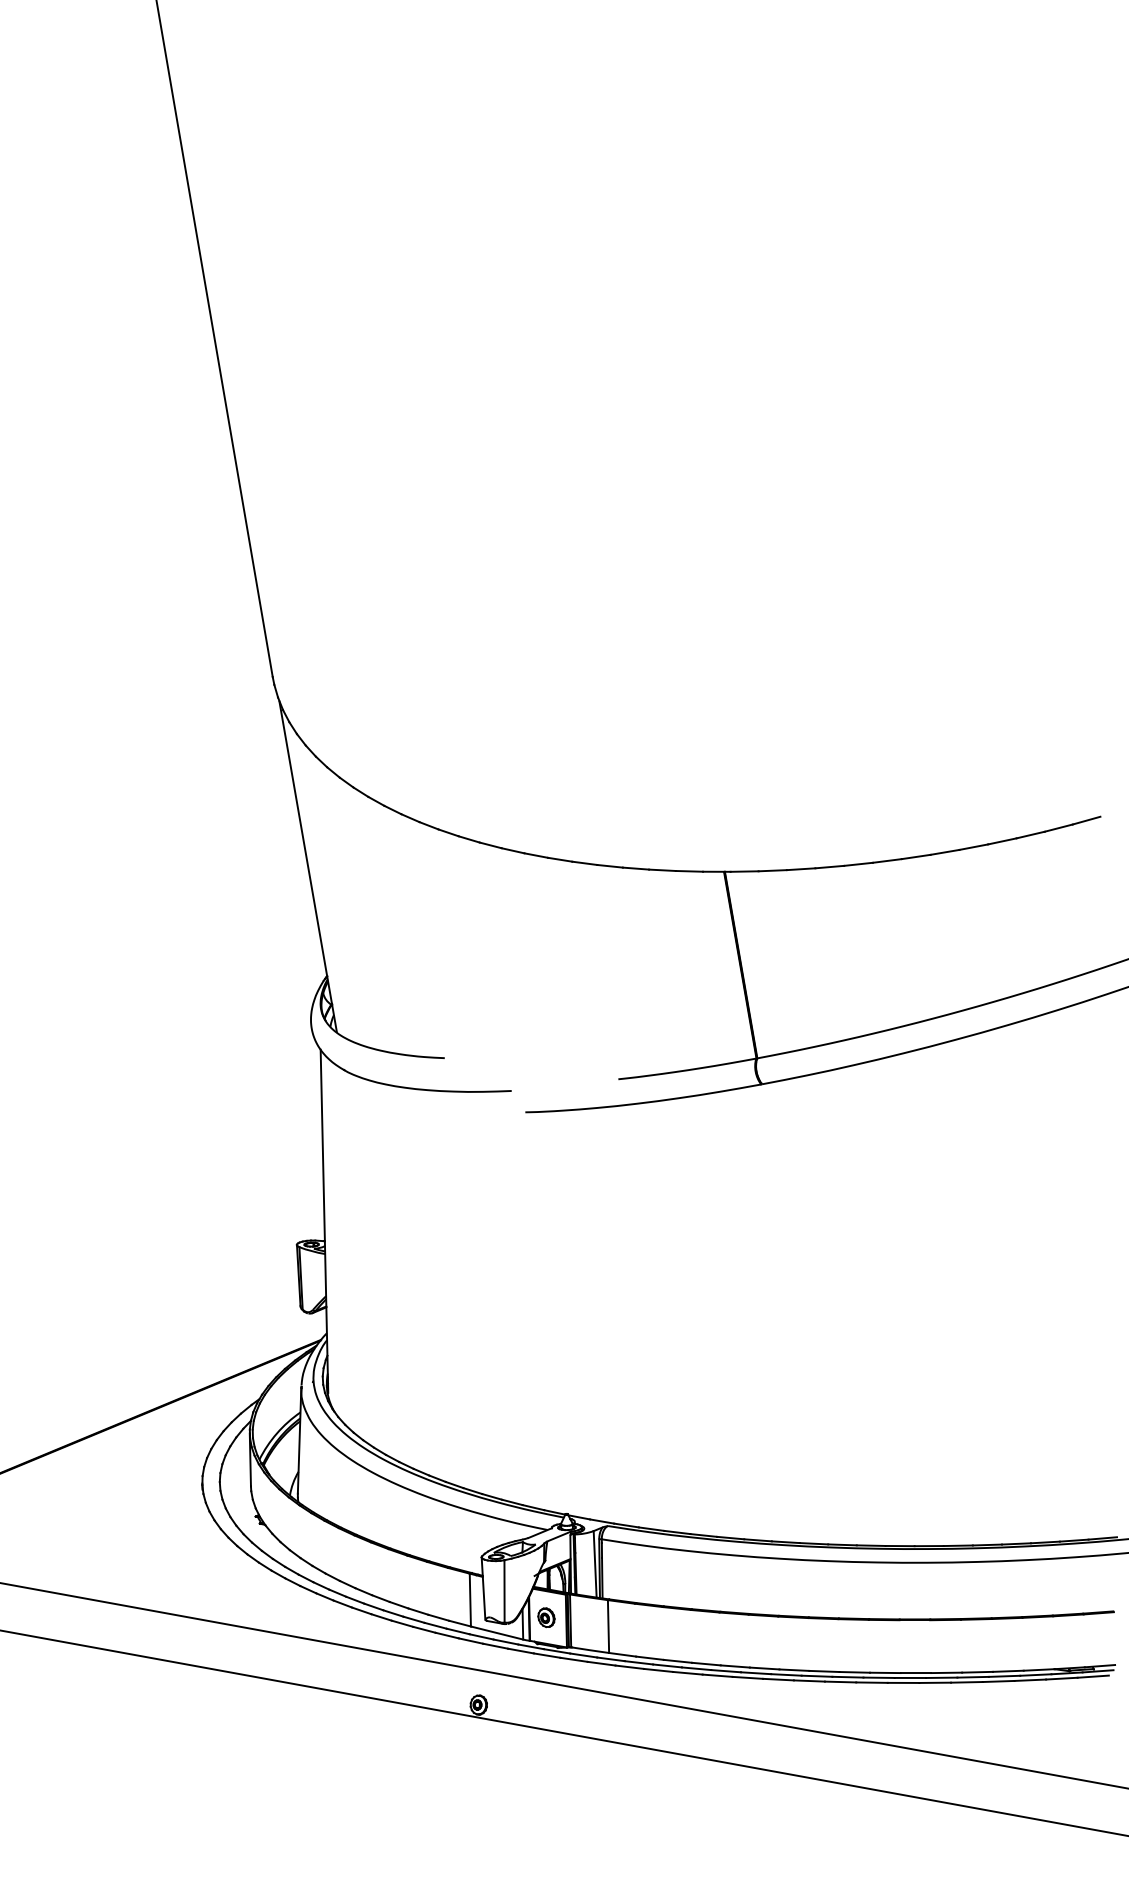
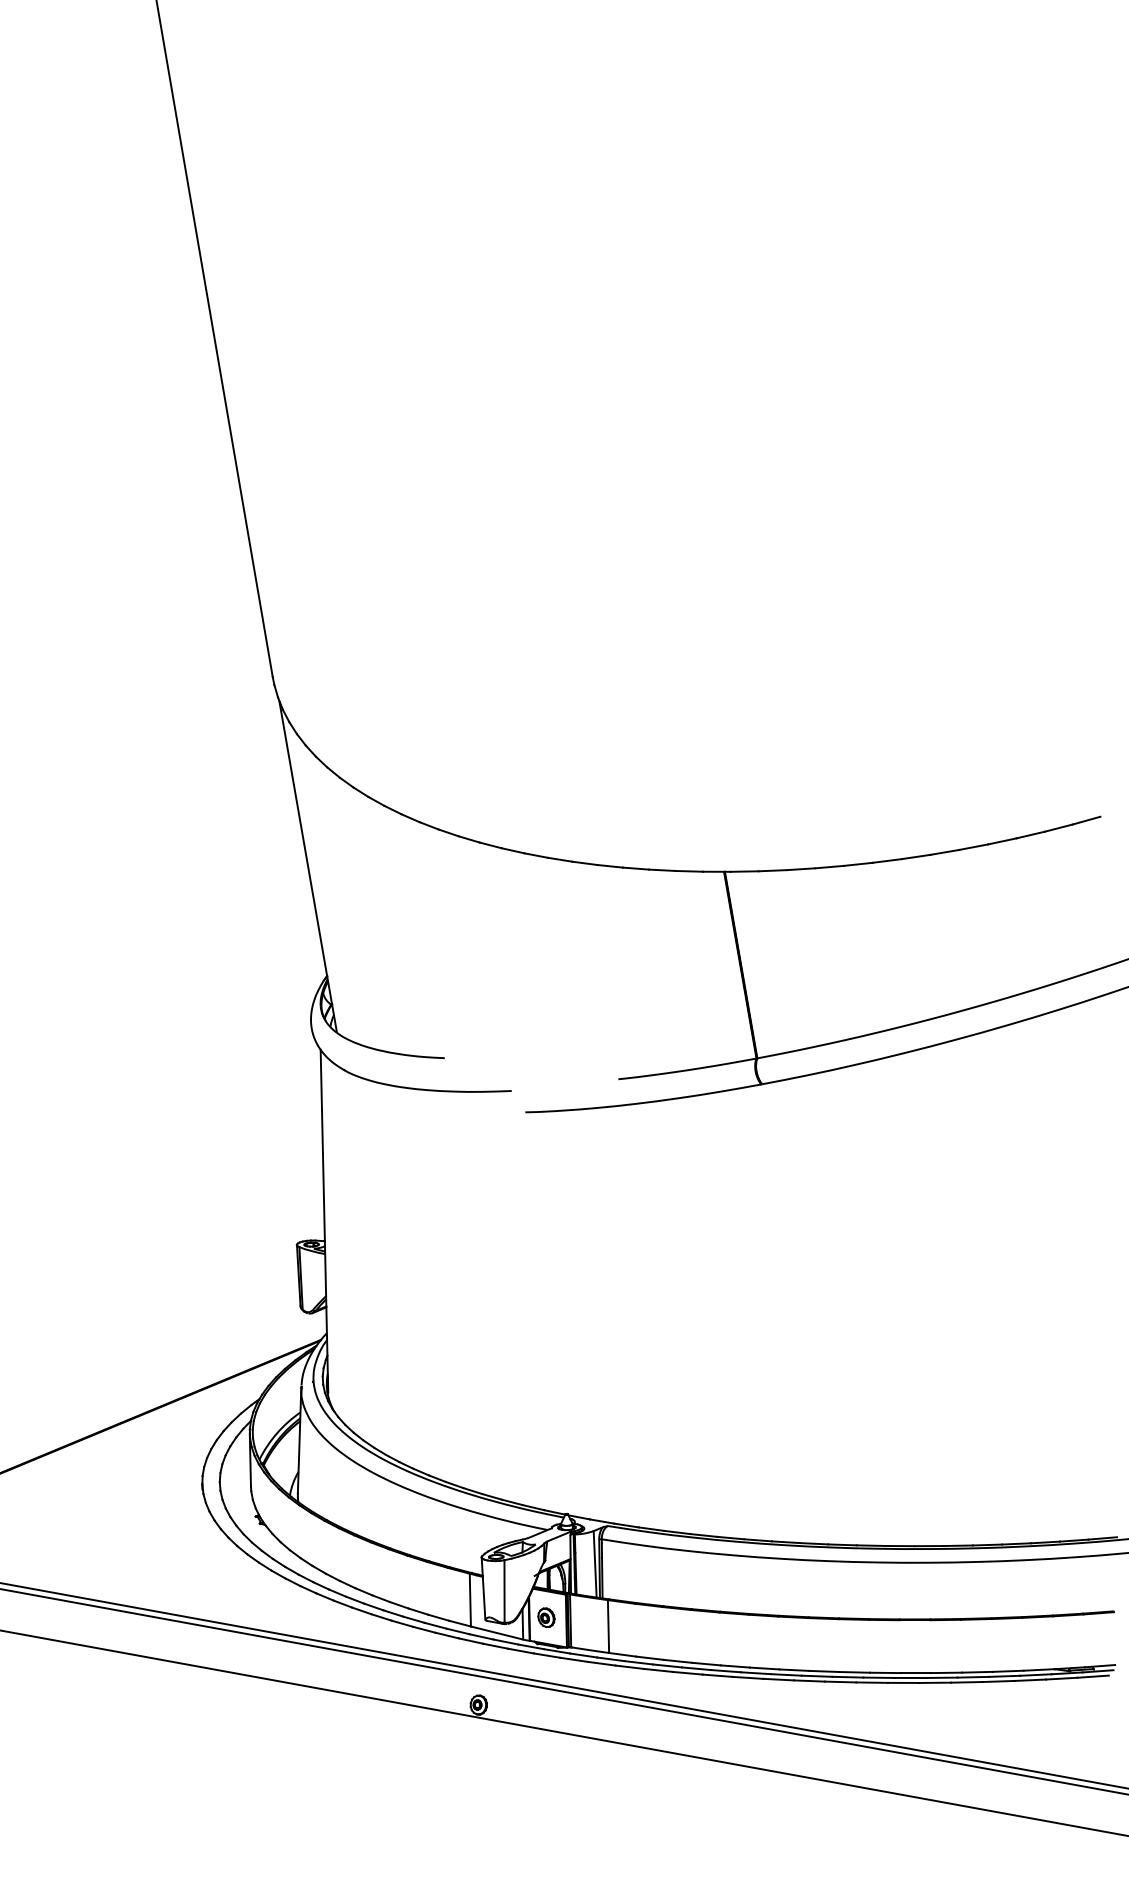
line at (563, 1691): none -> present
